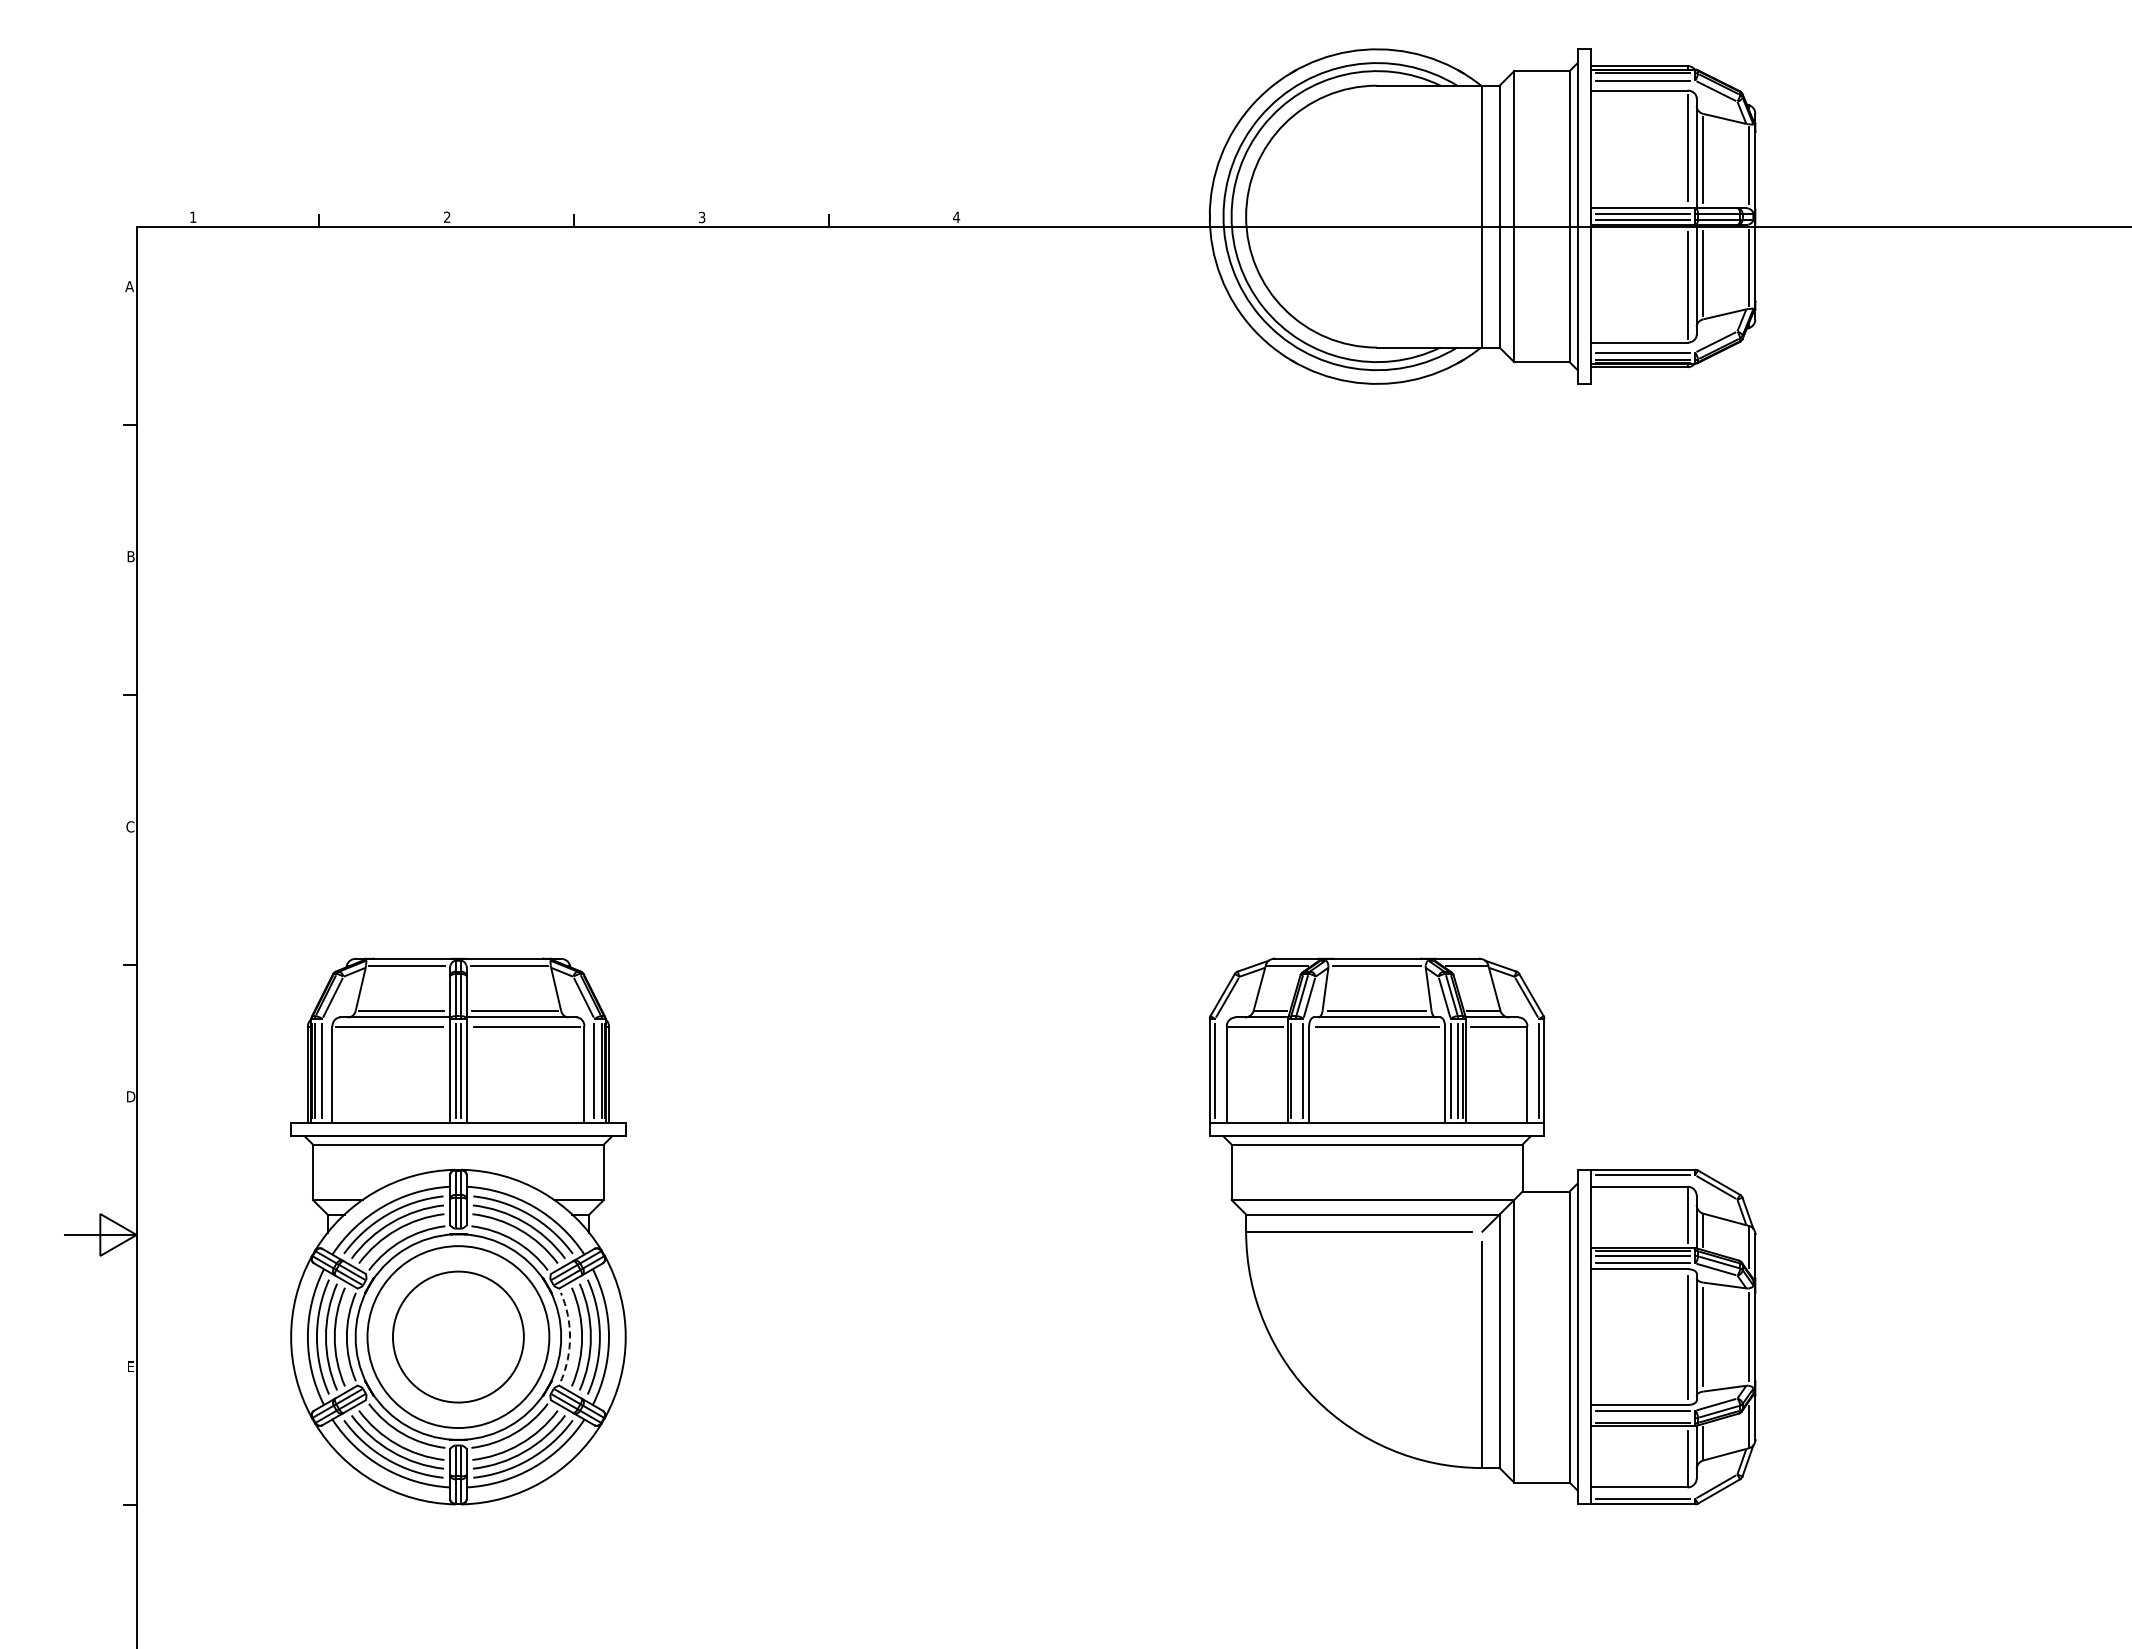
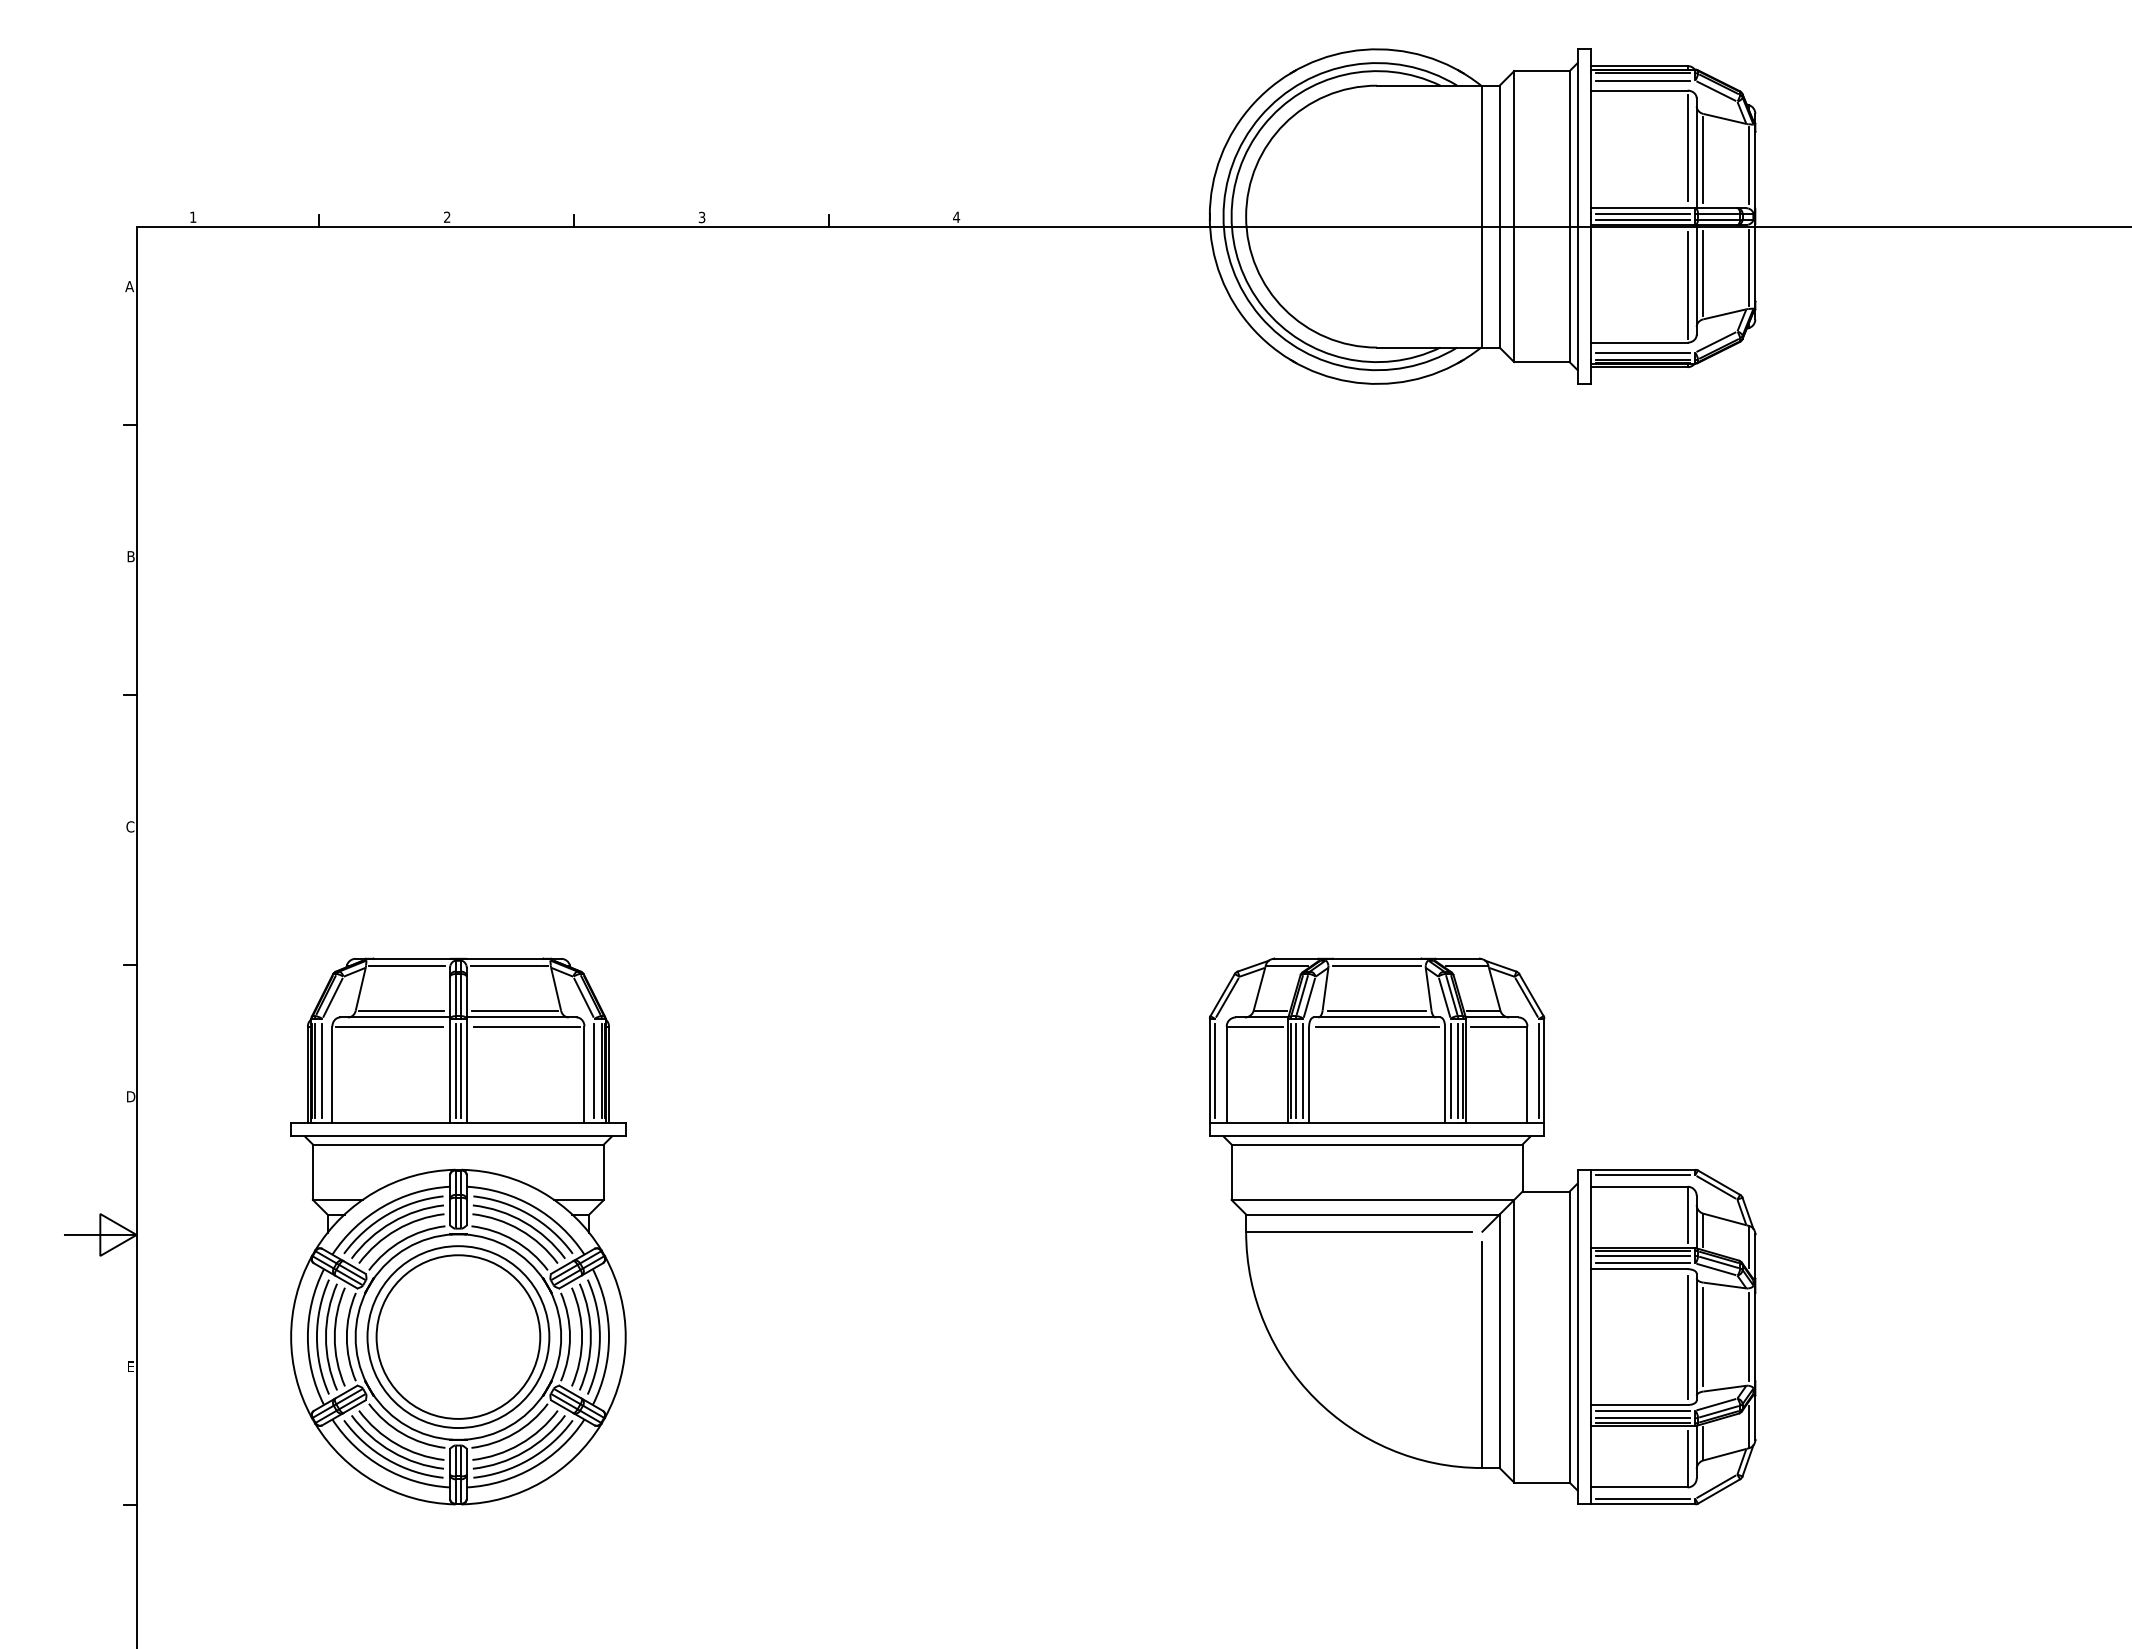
line at (1295, 1070): none -> present
circle at (457, 1336) diameter: 131 px -> 164 px
arc at (570, 1337): dashed -> solid
line at (1643, 1418): none -> present
